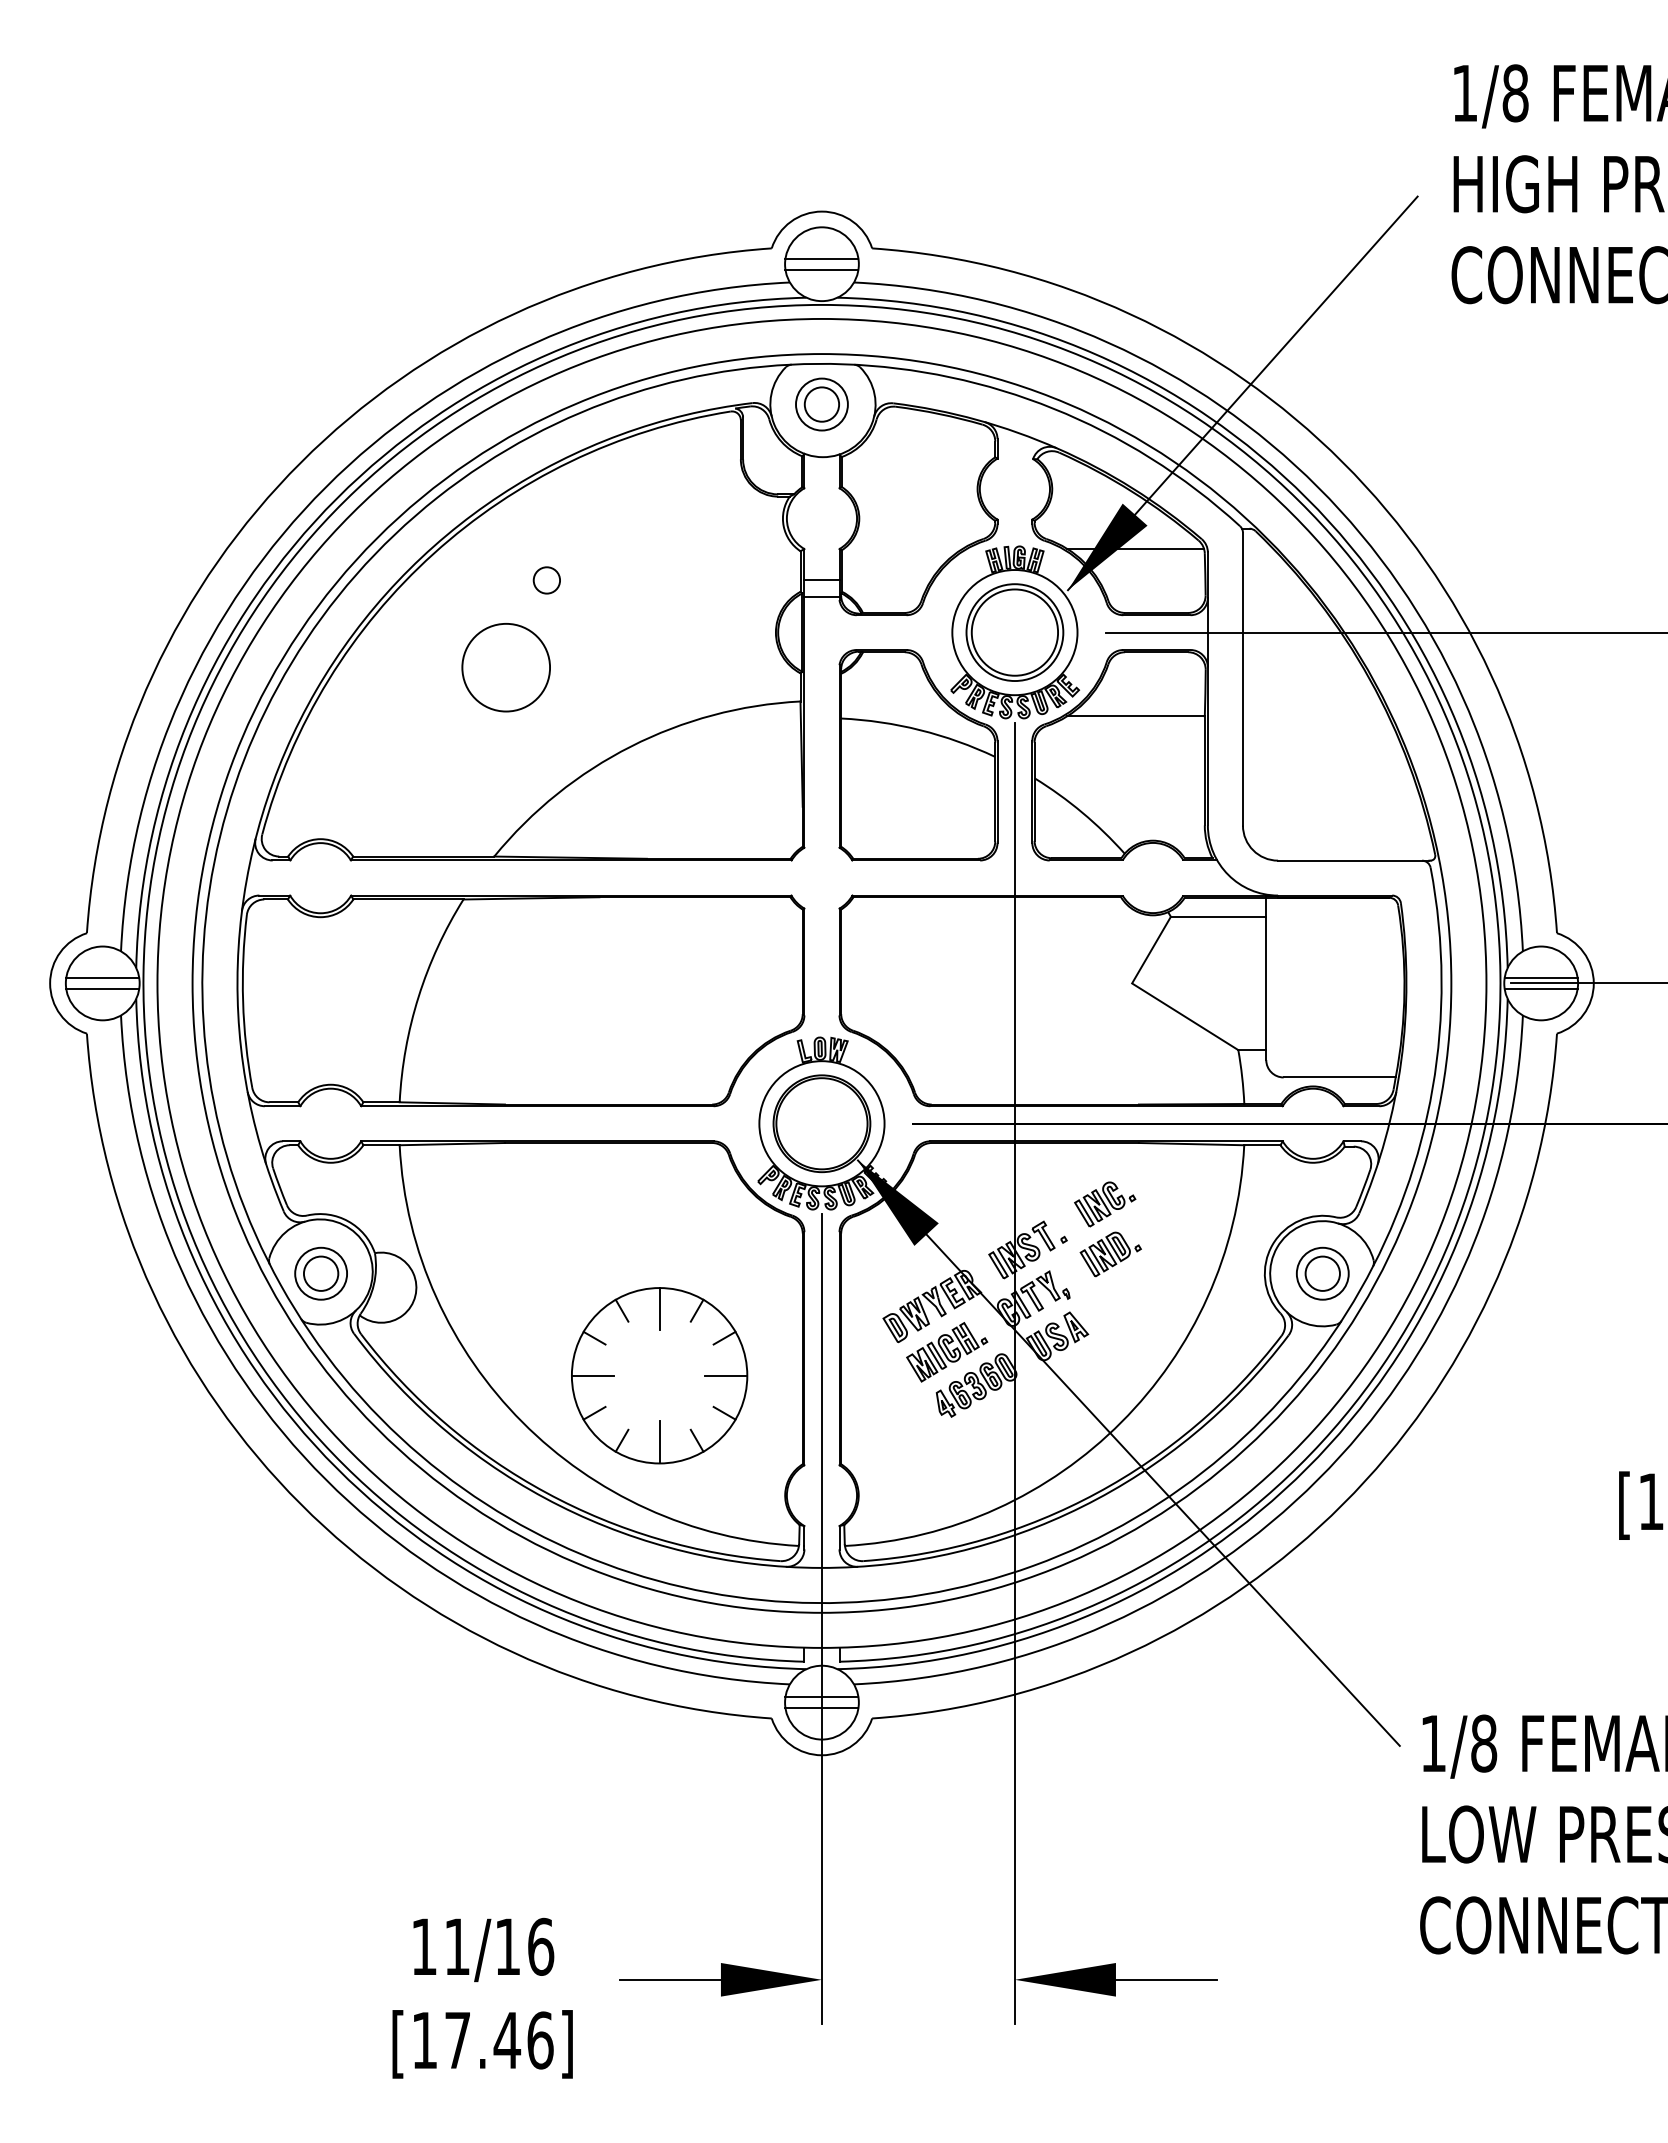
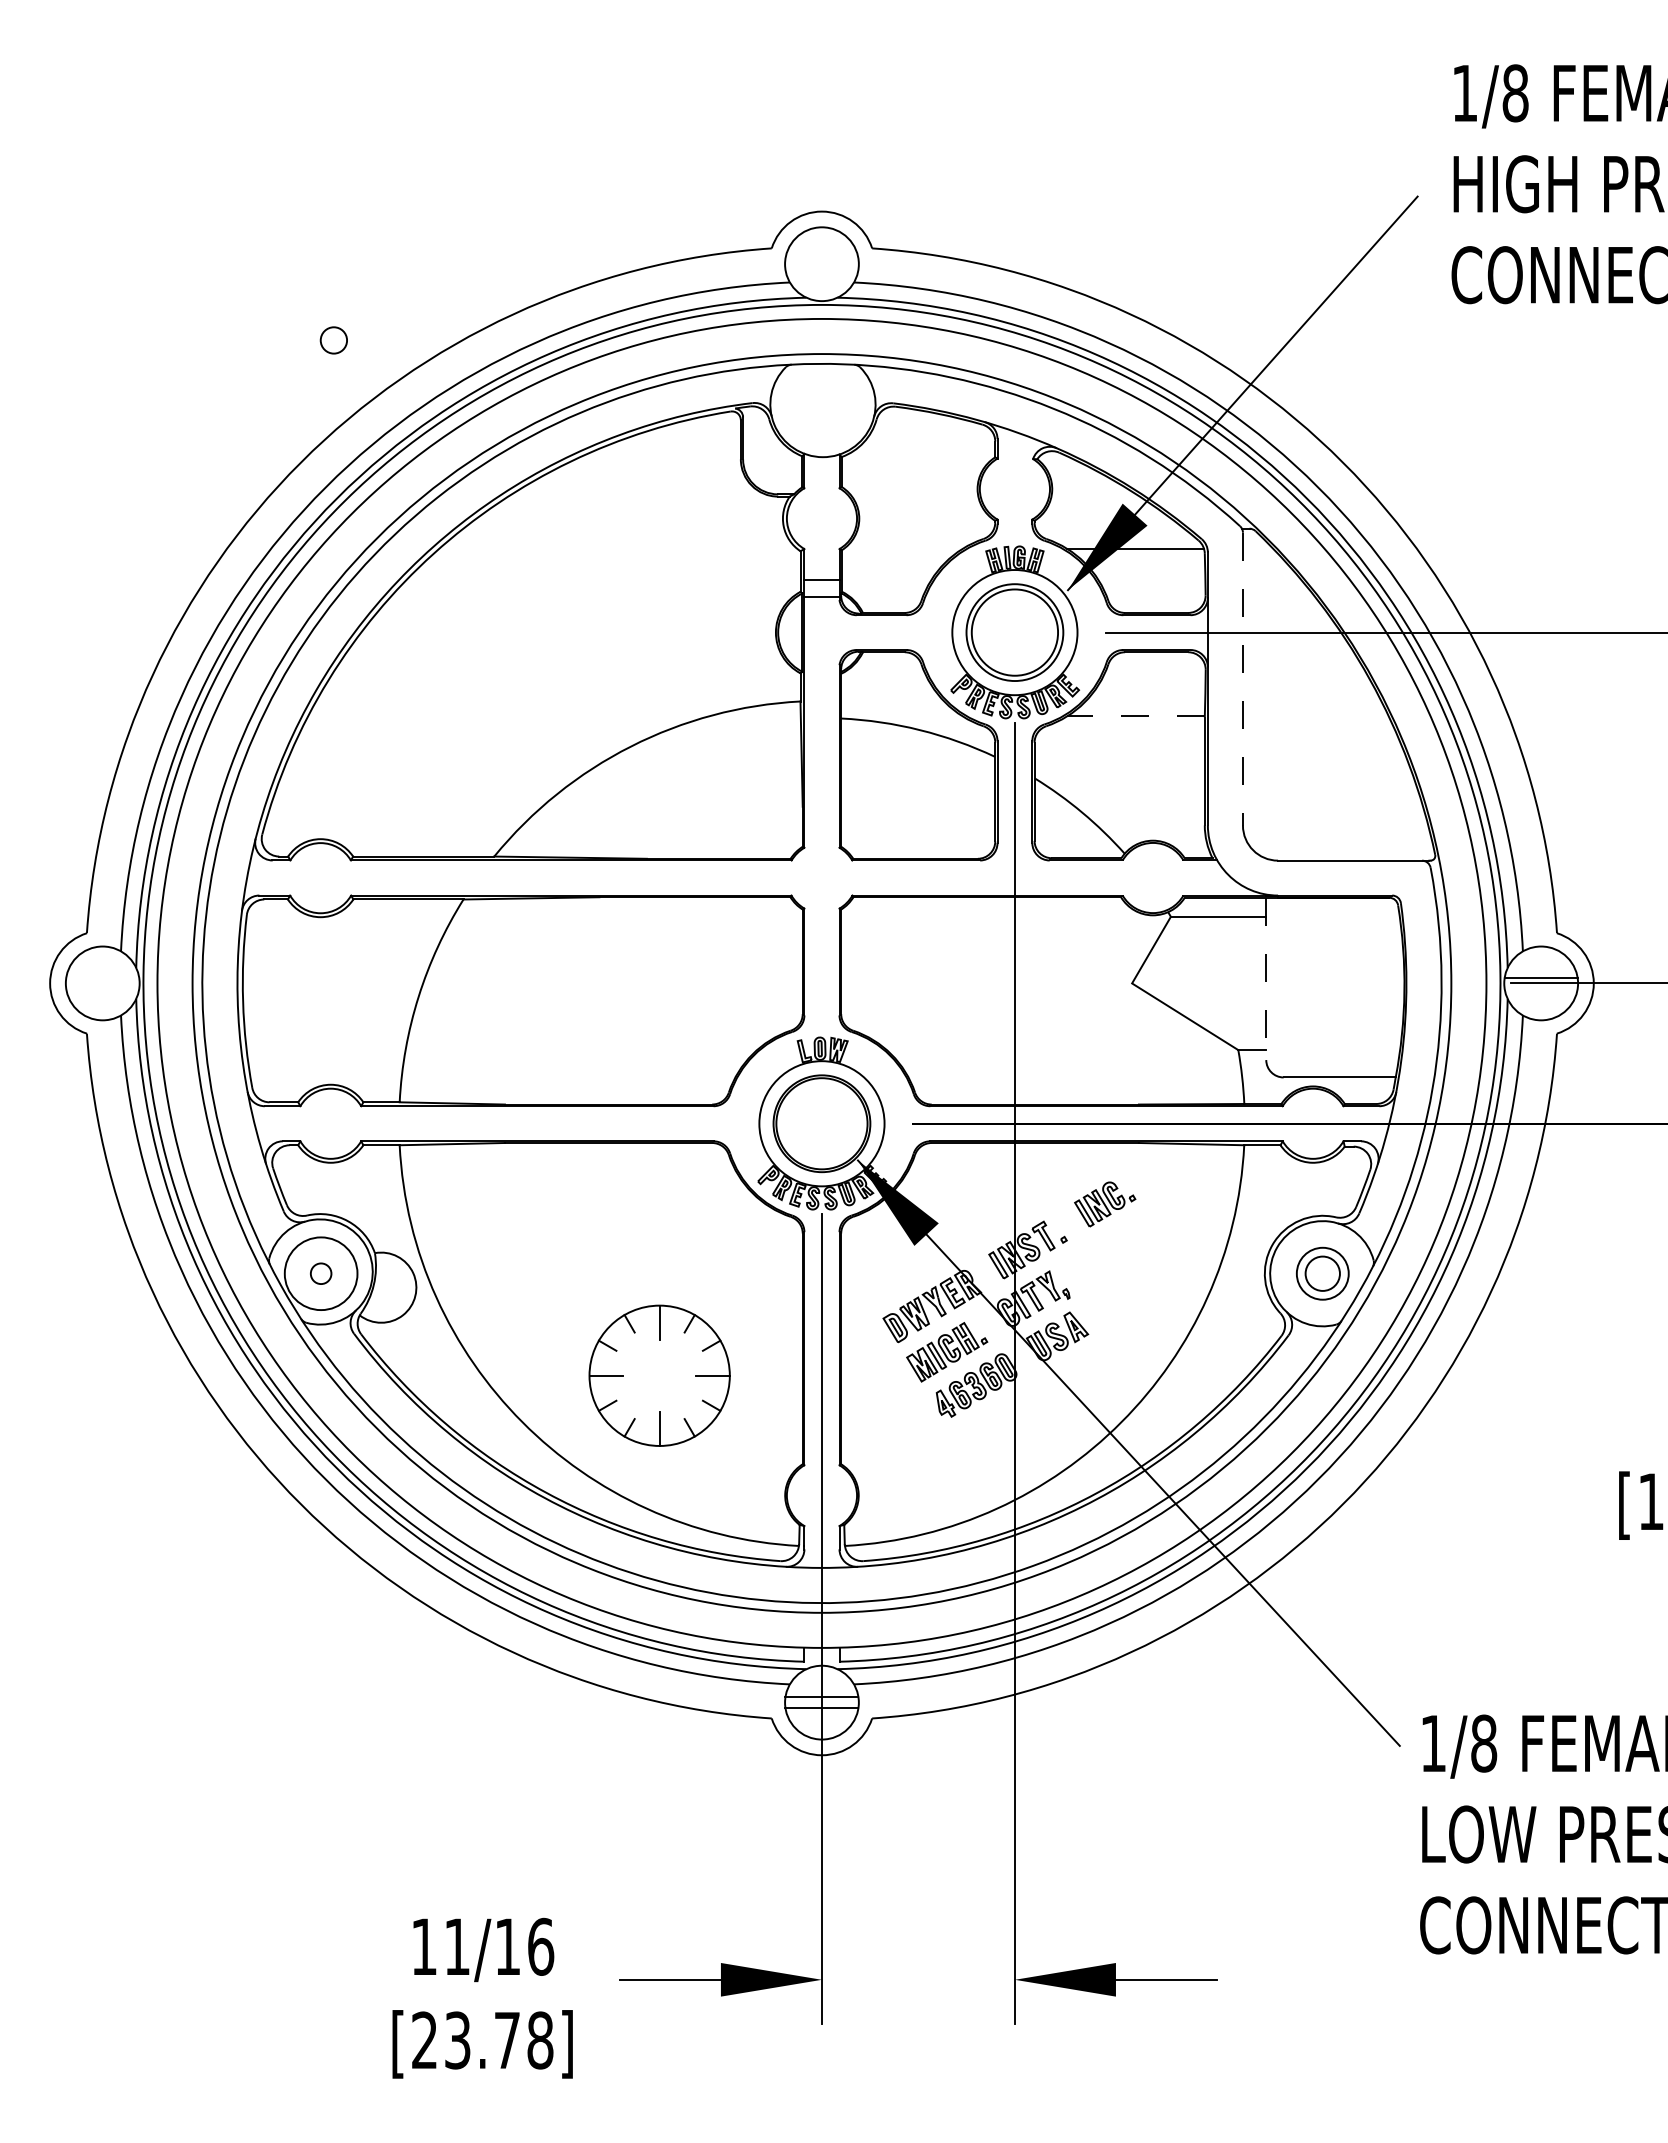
line at (821, 258): present -> none
line at (821, 269): present -> none
part at (821, 404): present -> none
circle at (546, 580) position: (546, 580) -> (333, 340)
circle at (505, 667): present -> none
line at (1242, 679): solid -> dashed
line at (1136, 716): solid -> dashed
line at (102, 977): present -> none
line at (1266, 979): solid -> dashed
line at (102, 989): present -> none
line at (1540, 989): present -> none
part at (1110, 1254): present -> none
circle at (320, 1273) diameter: 34 px -> 21 px
circle at (321, 1273) diameter: 52 px -> 73 px
part at (659, 1375) size: 178x178 px -> 143x143 px
text at (482, 2040): [17.46] -> [23.78]
